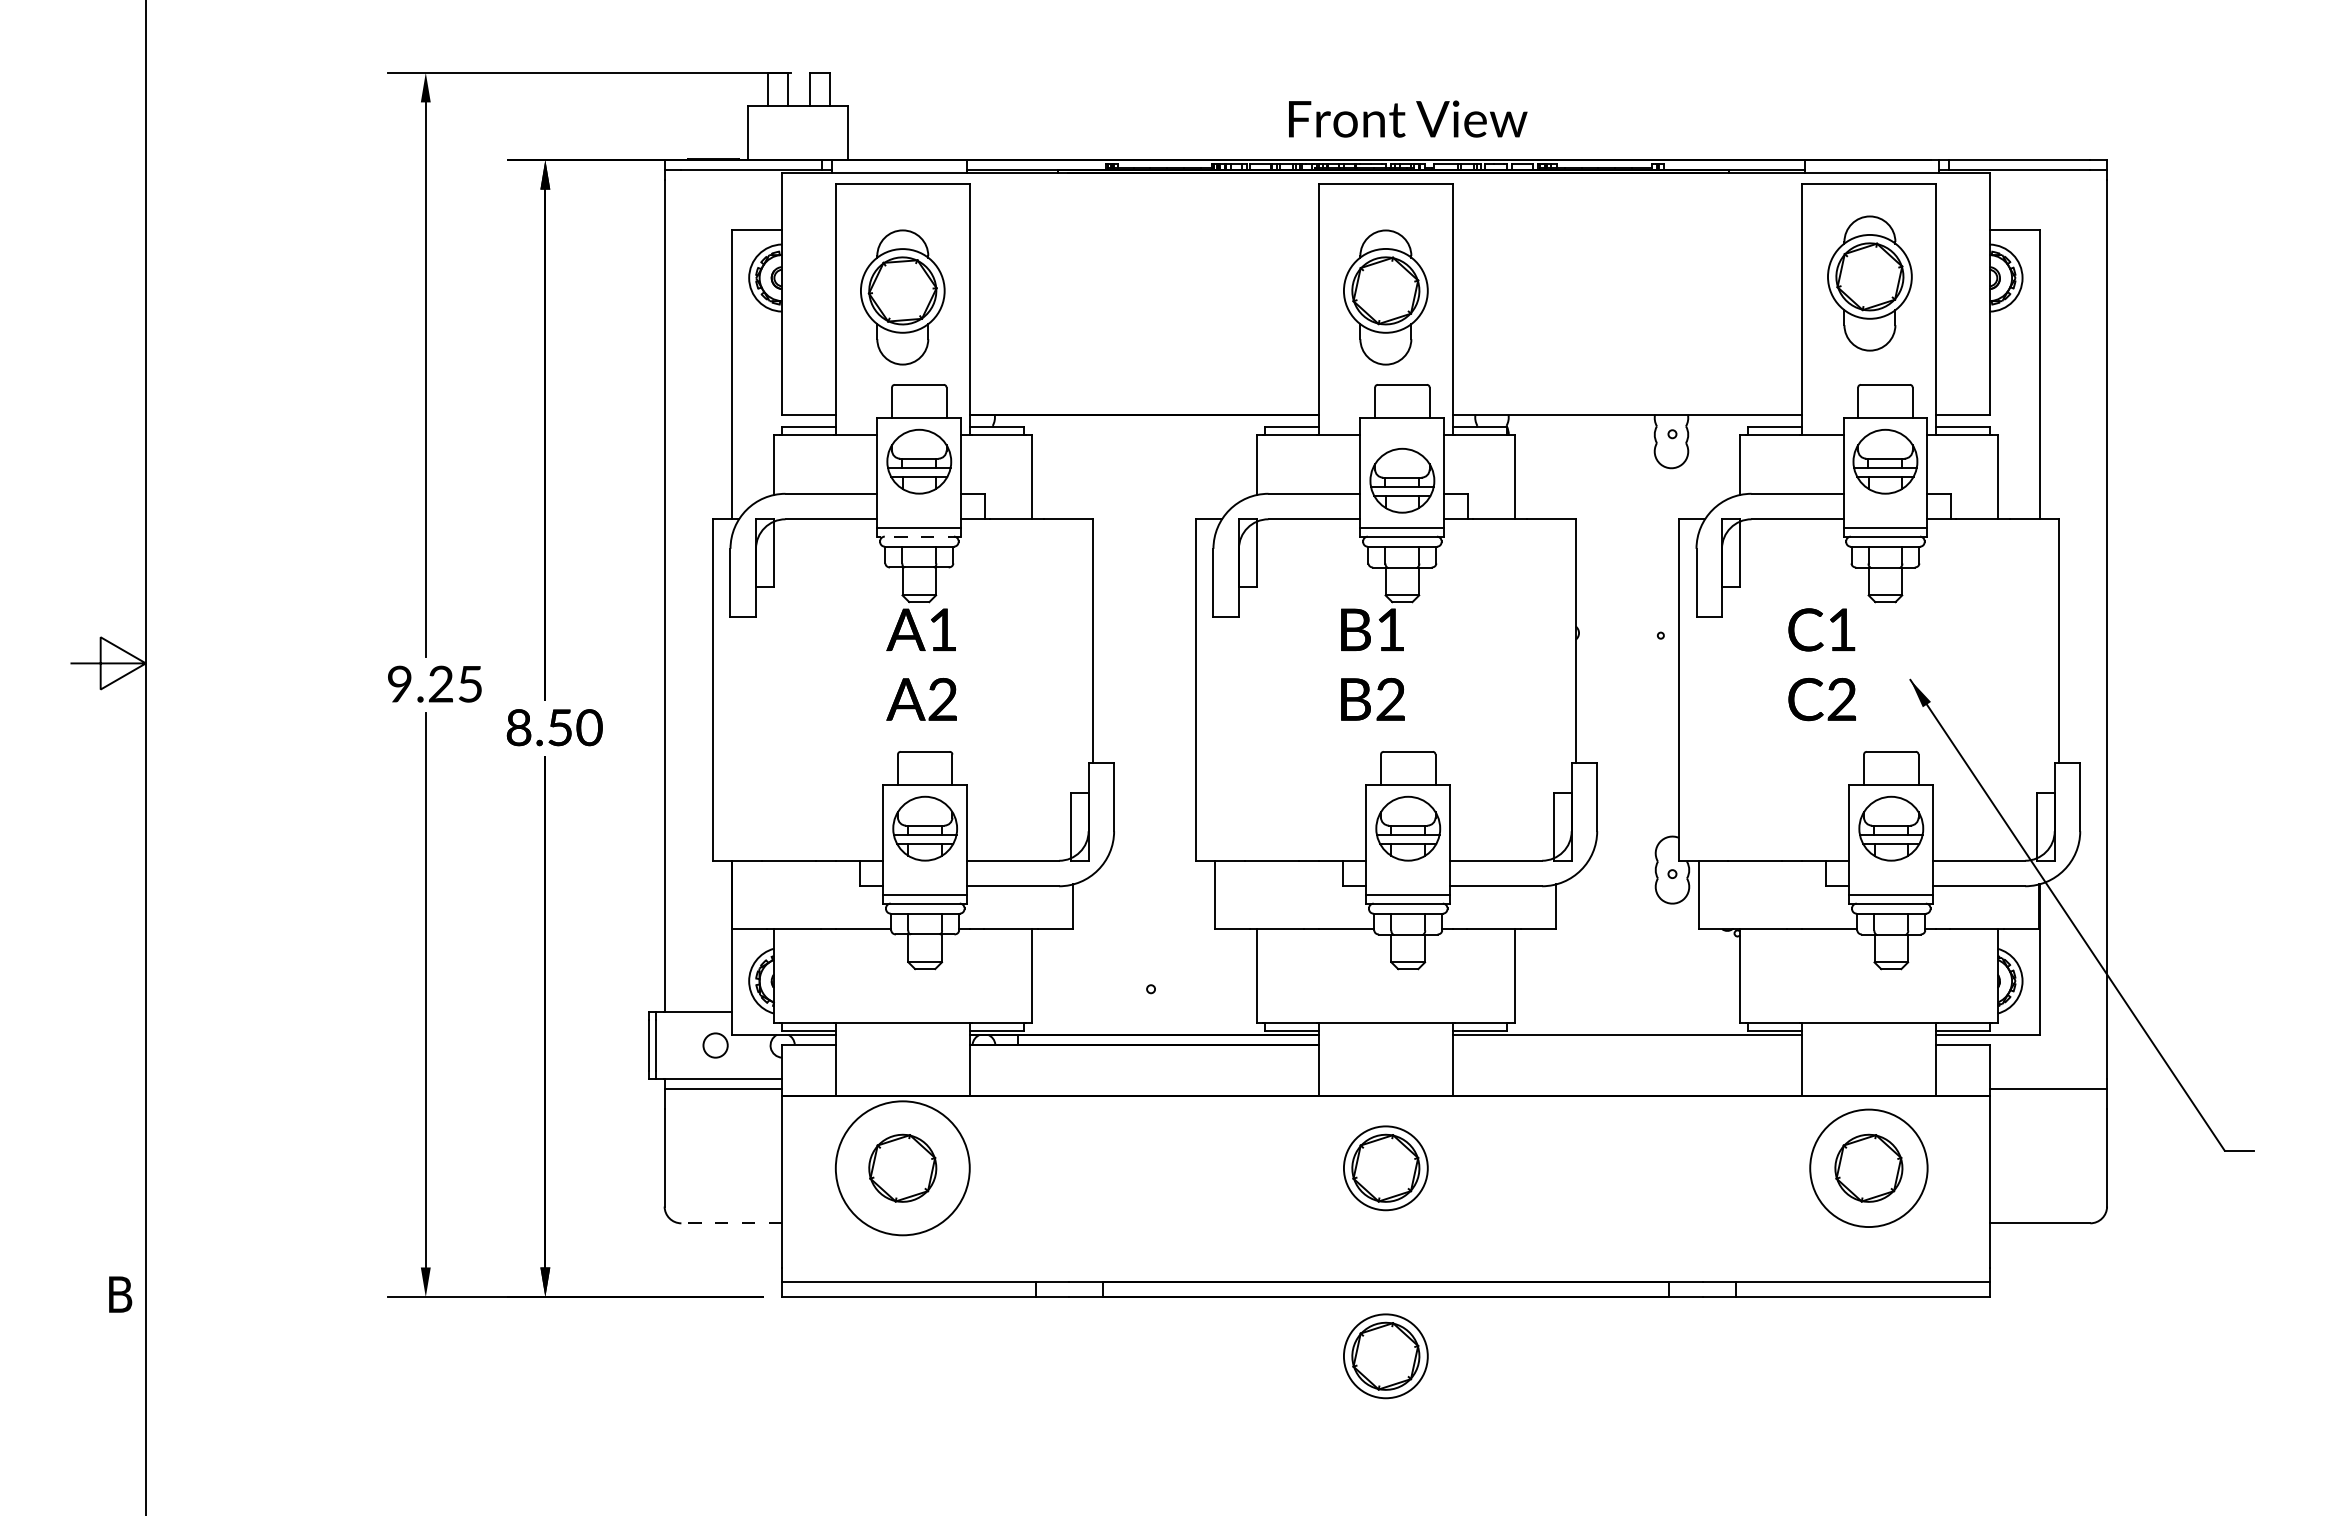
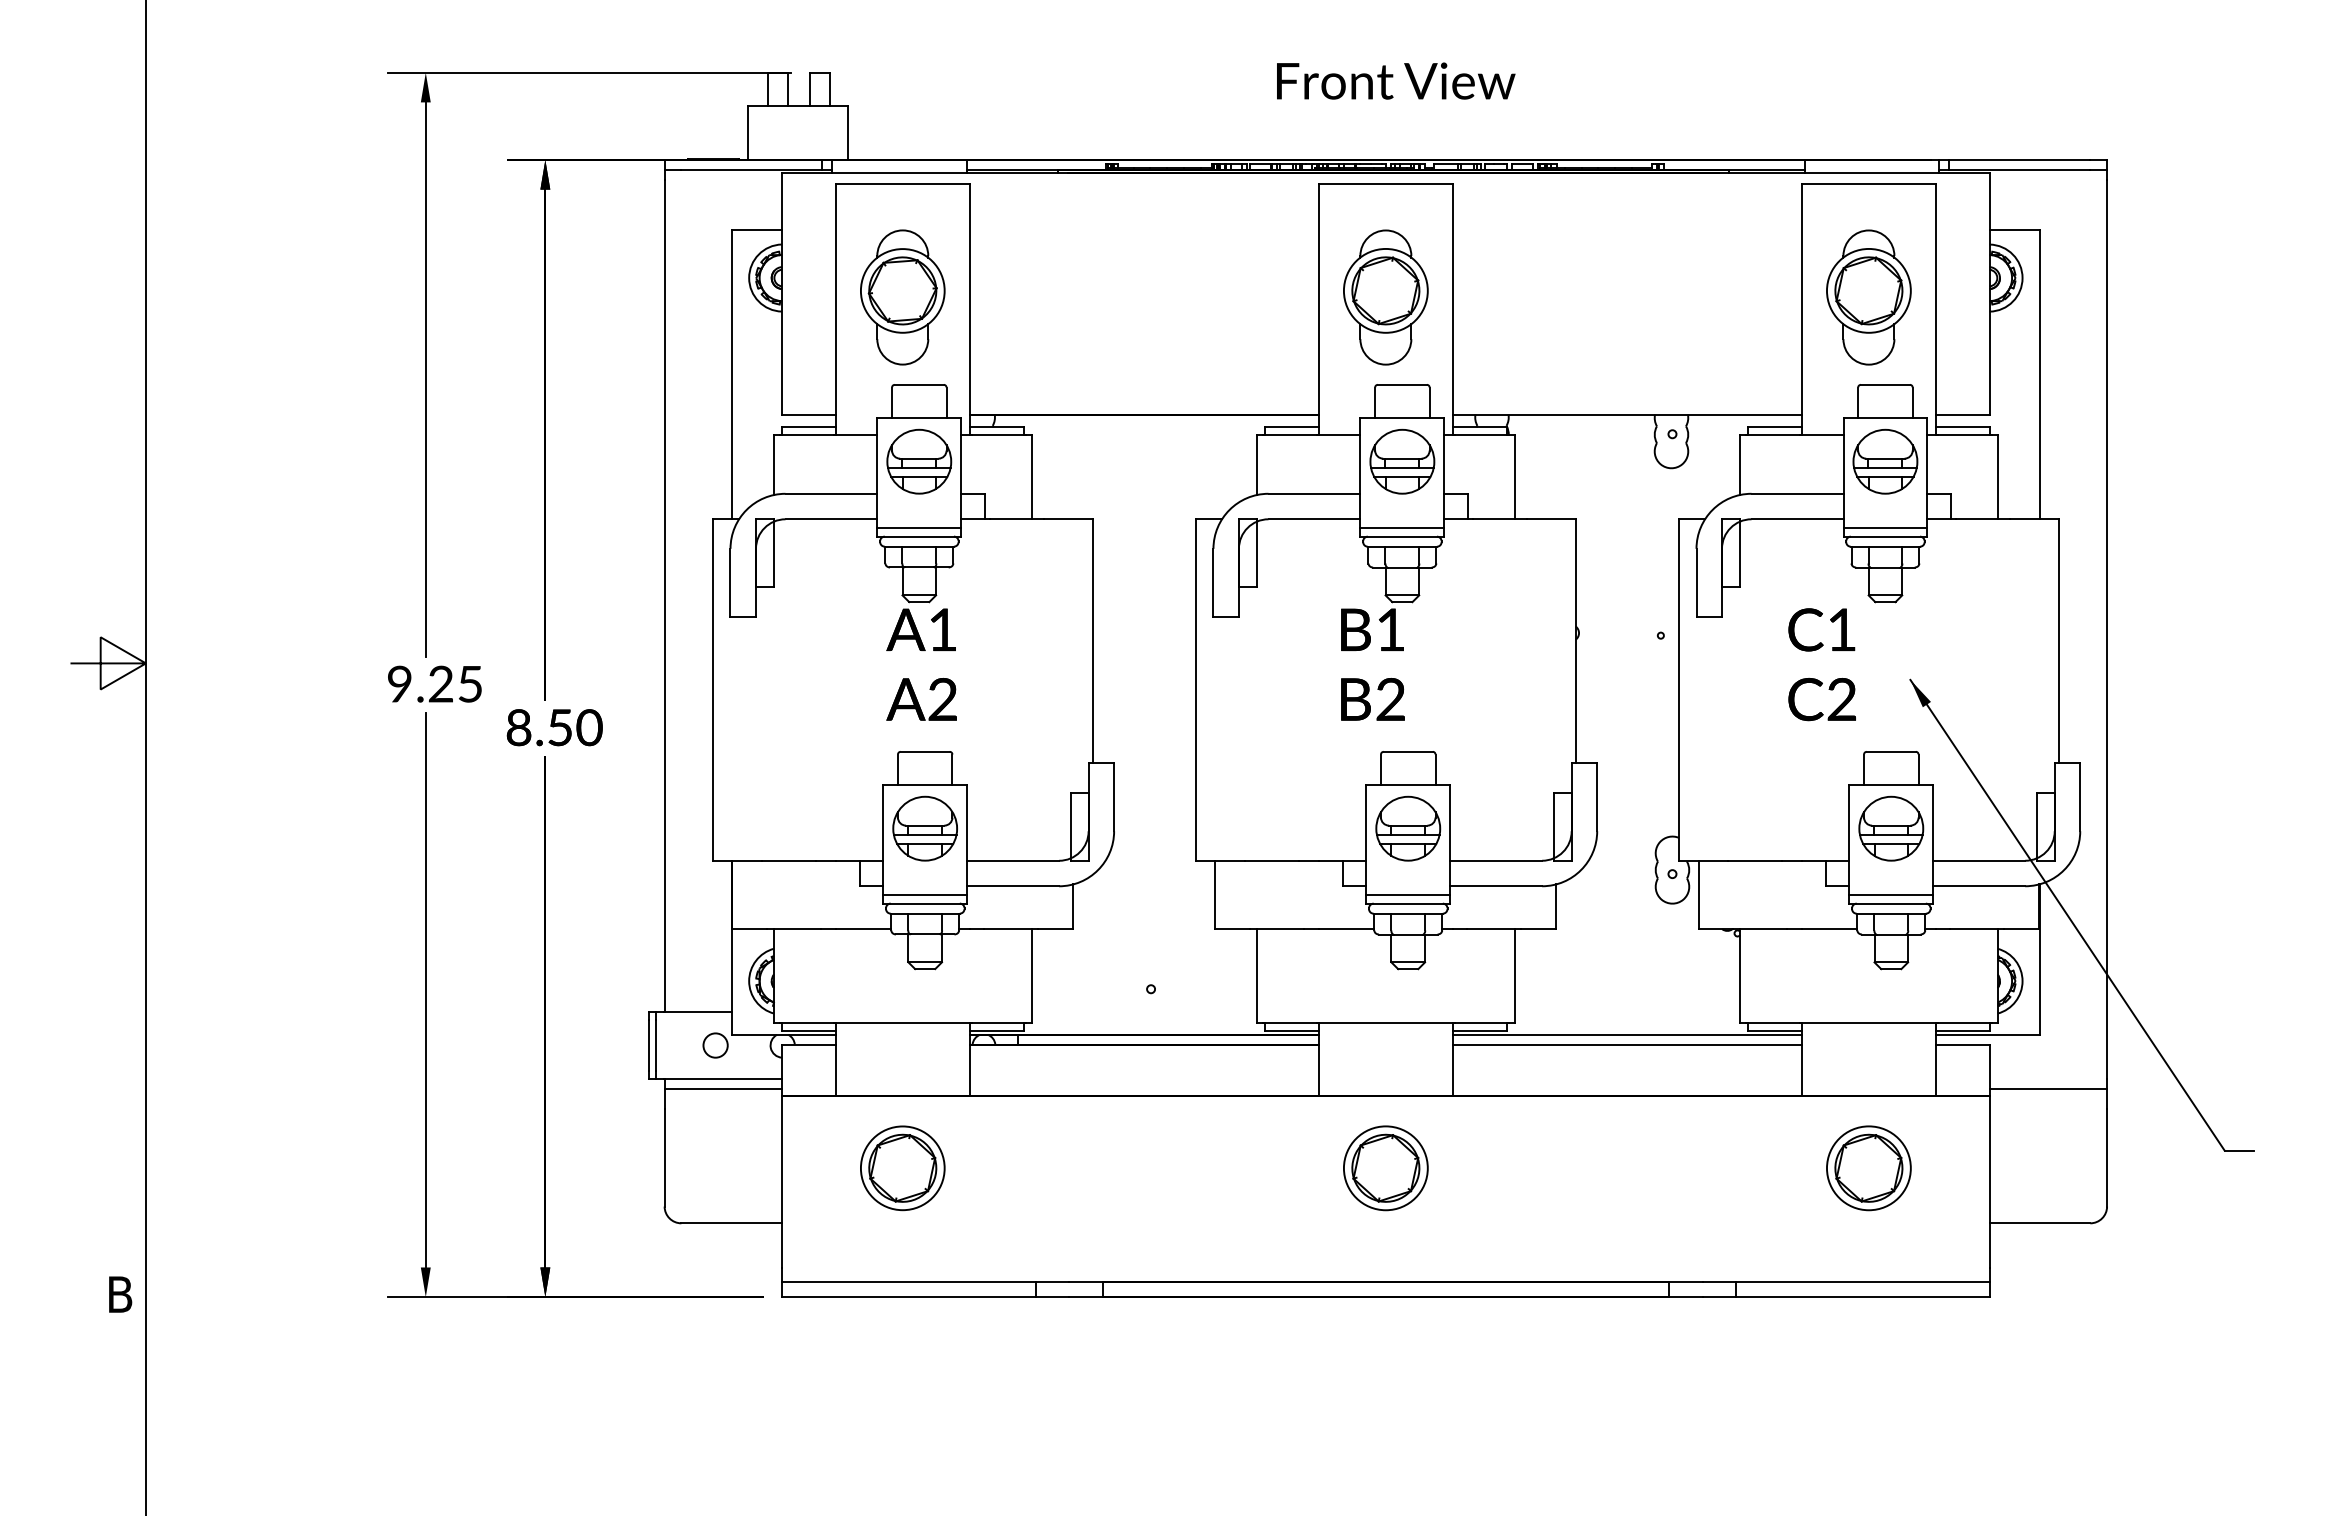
text at (1408, 118) position: (1408, 118) -> (1396, 80)
part at (1869, 283) position: (1869, 283) -> (1868, 297)
part at (1402, 480) position: (1402, 480) -> (1402, 461)
line at (919, 536): dashed -> solid
line at (1627, 1044): none -> present
circle at (902, 1168) diameter: 134 px -> 84 px
circle at (1868, 1168) diameter: 117 px -> 84 px
line at (731, 1223): dashed -> solid
part at (1385, 1356): present -> none
